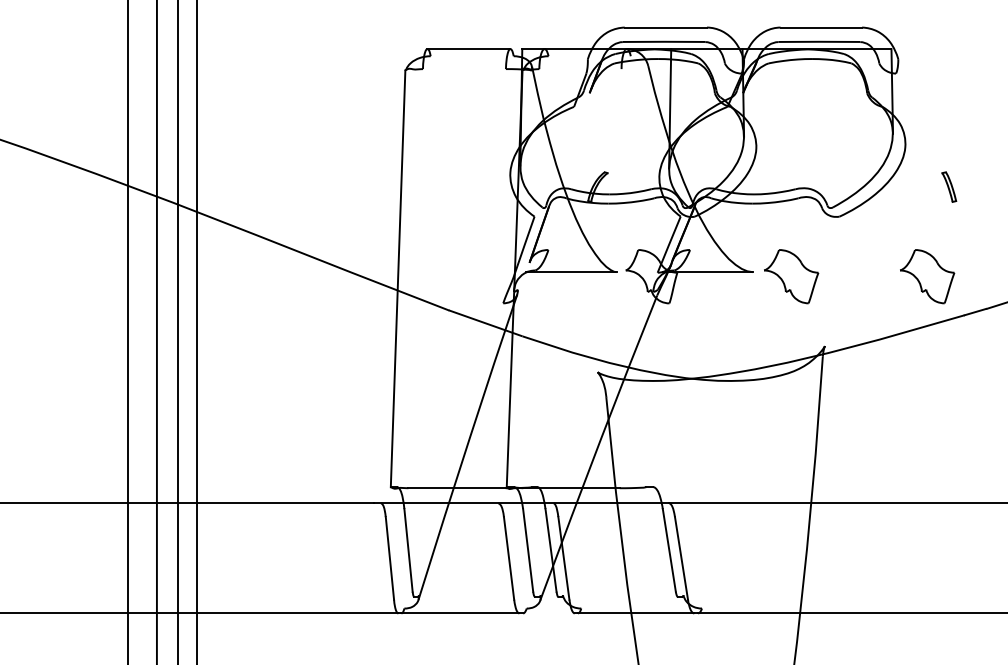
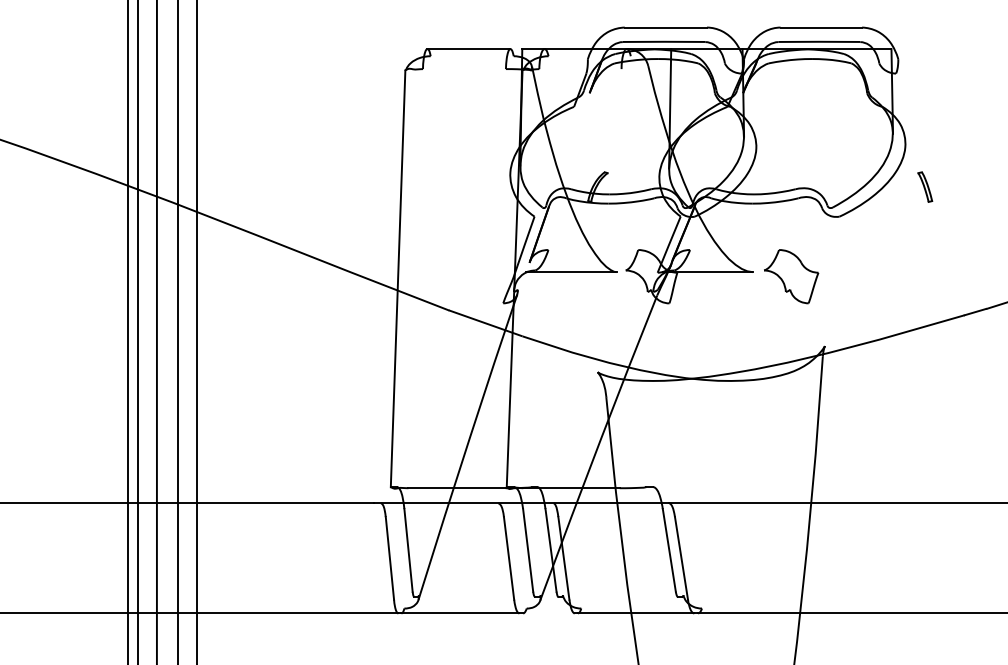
part at (949, 186) position: (949, 186) -> (925, 186)
part at (927, 276): present -> none
line at (137, 331): none -> present
